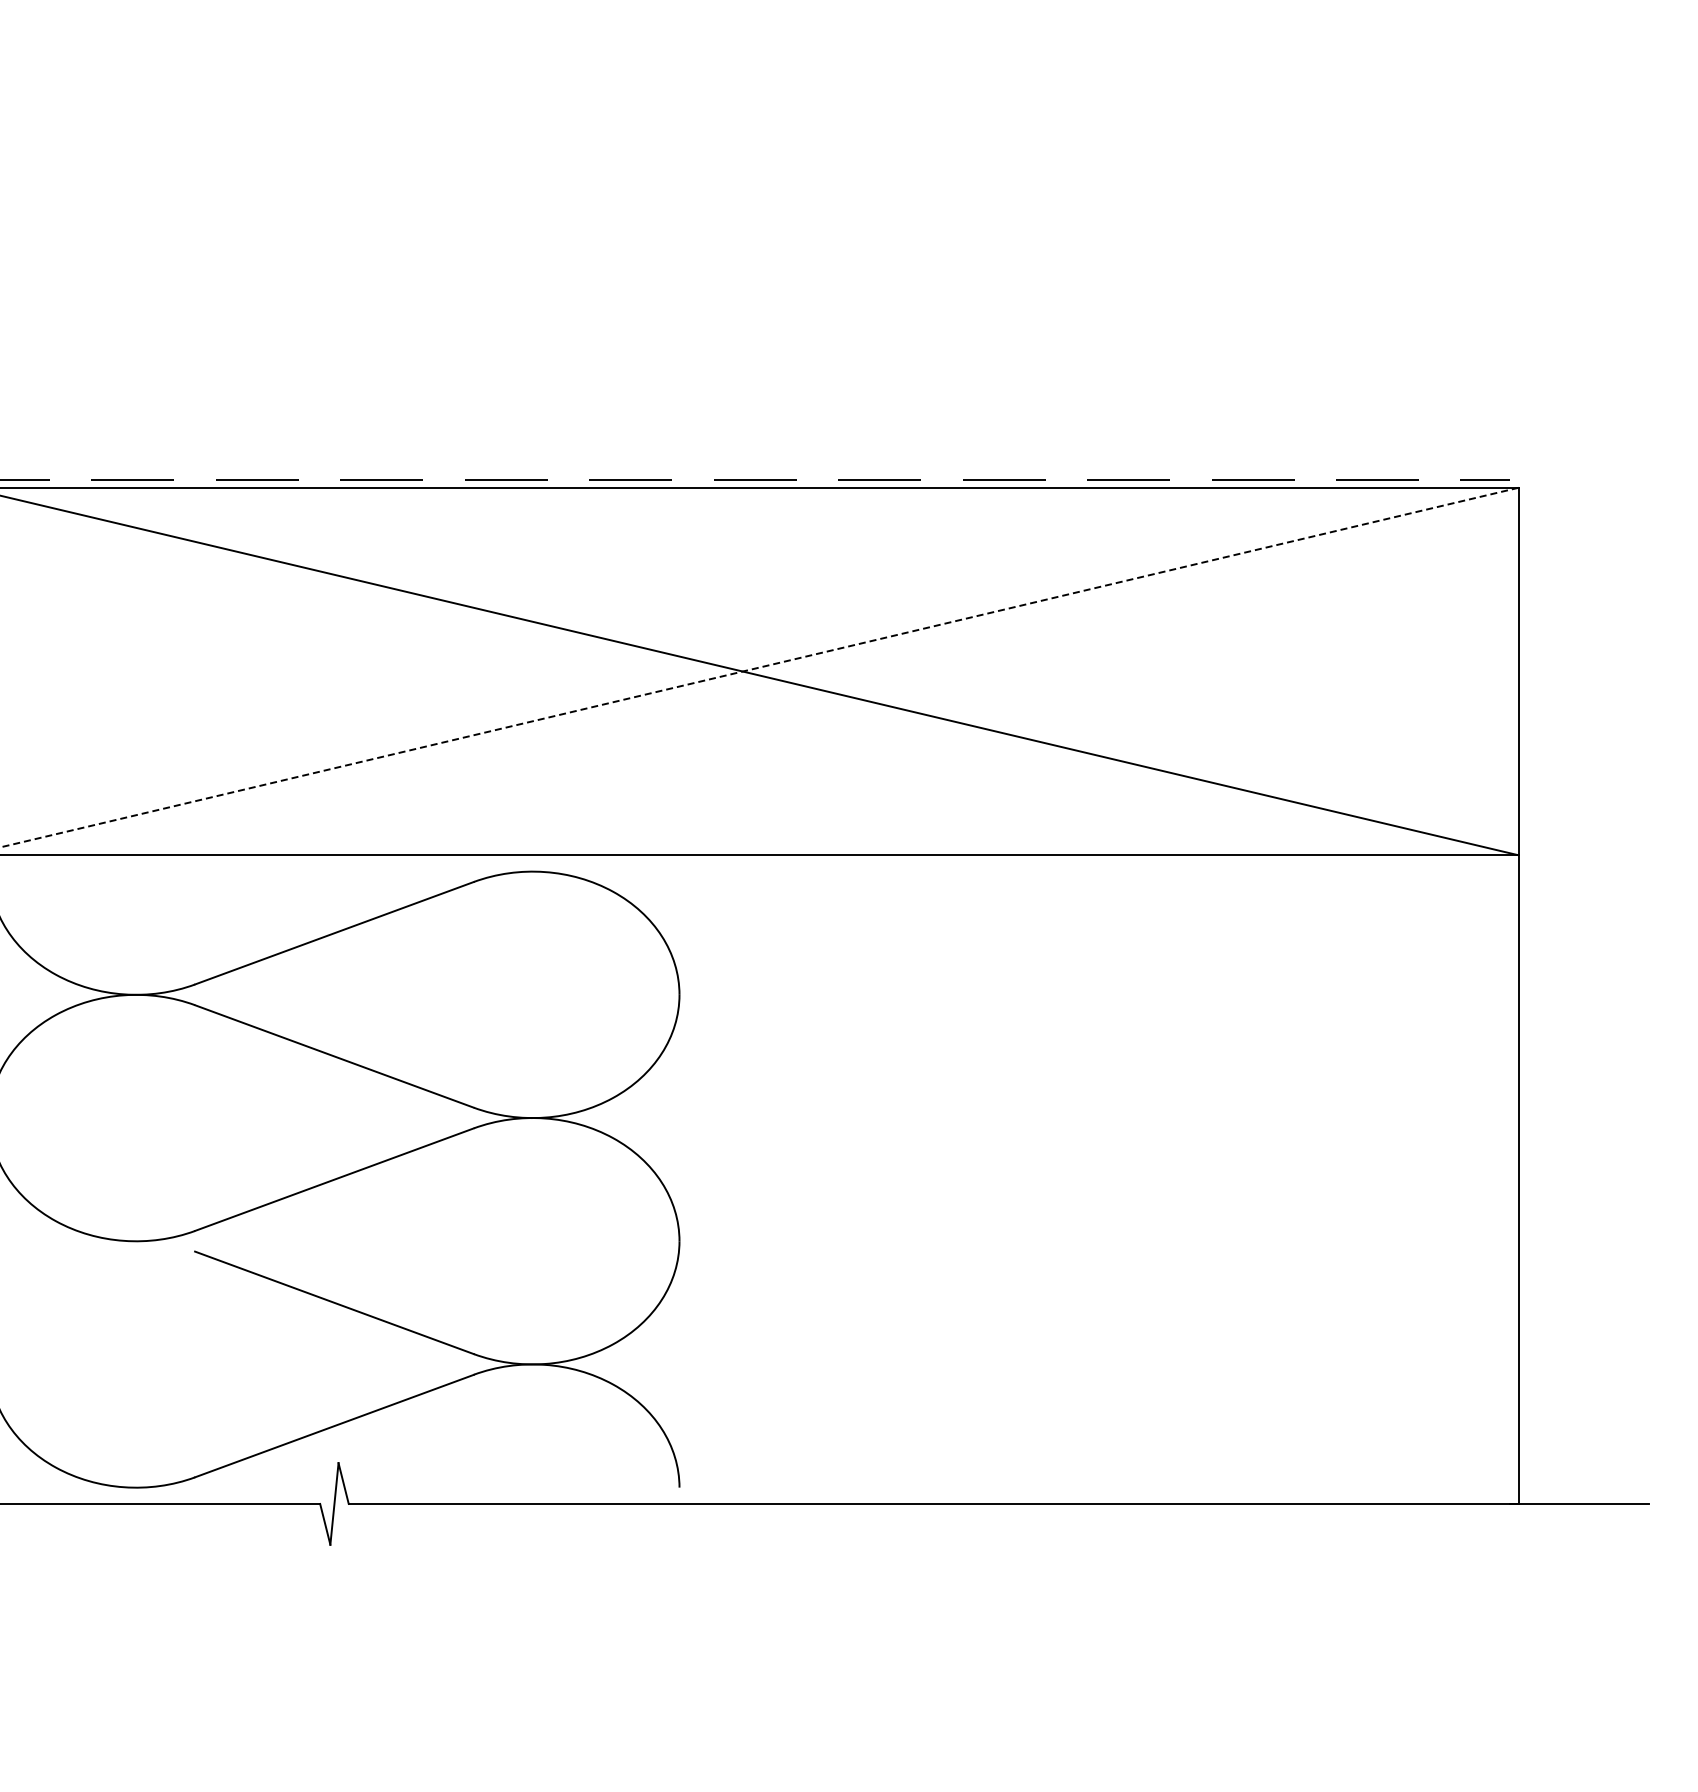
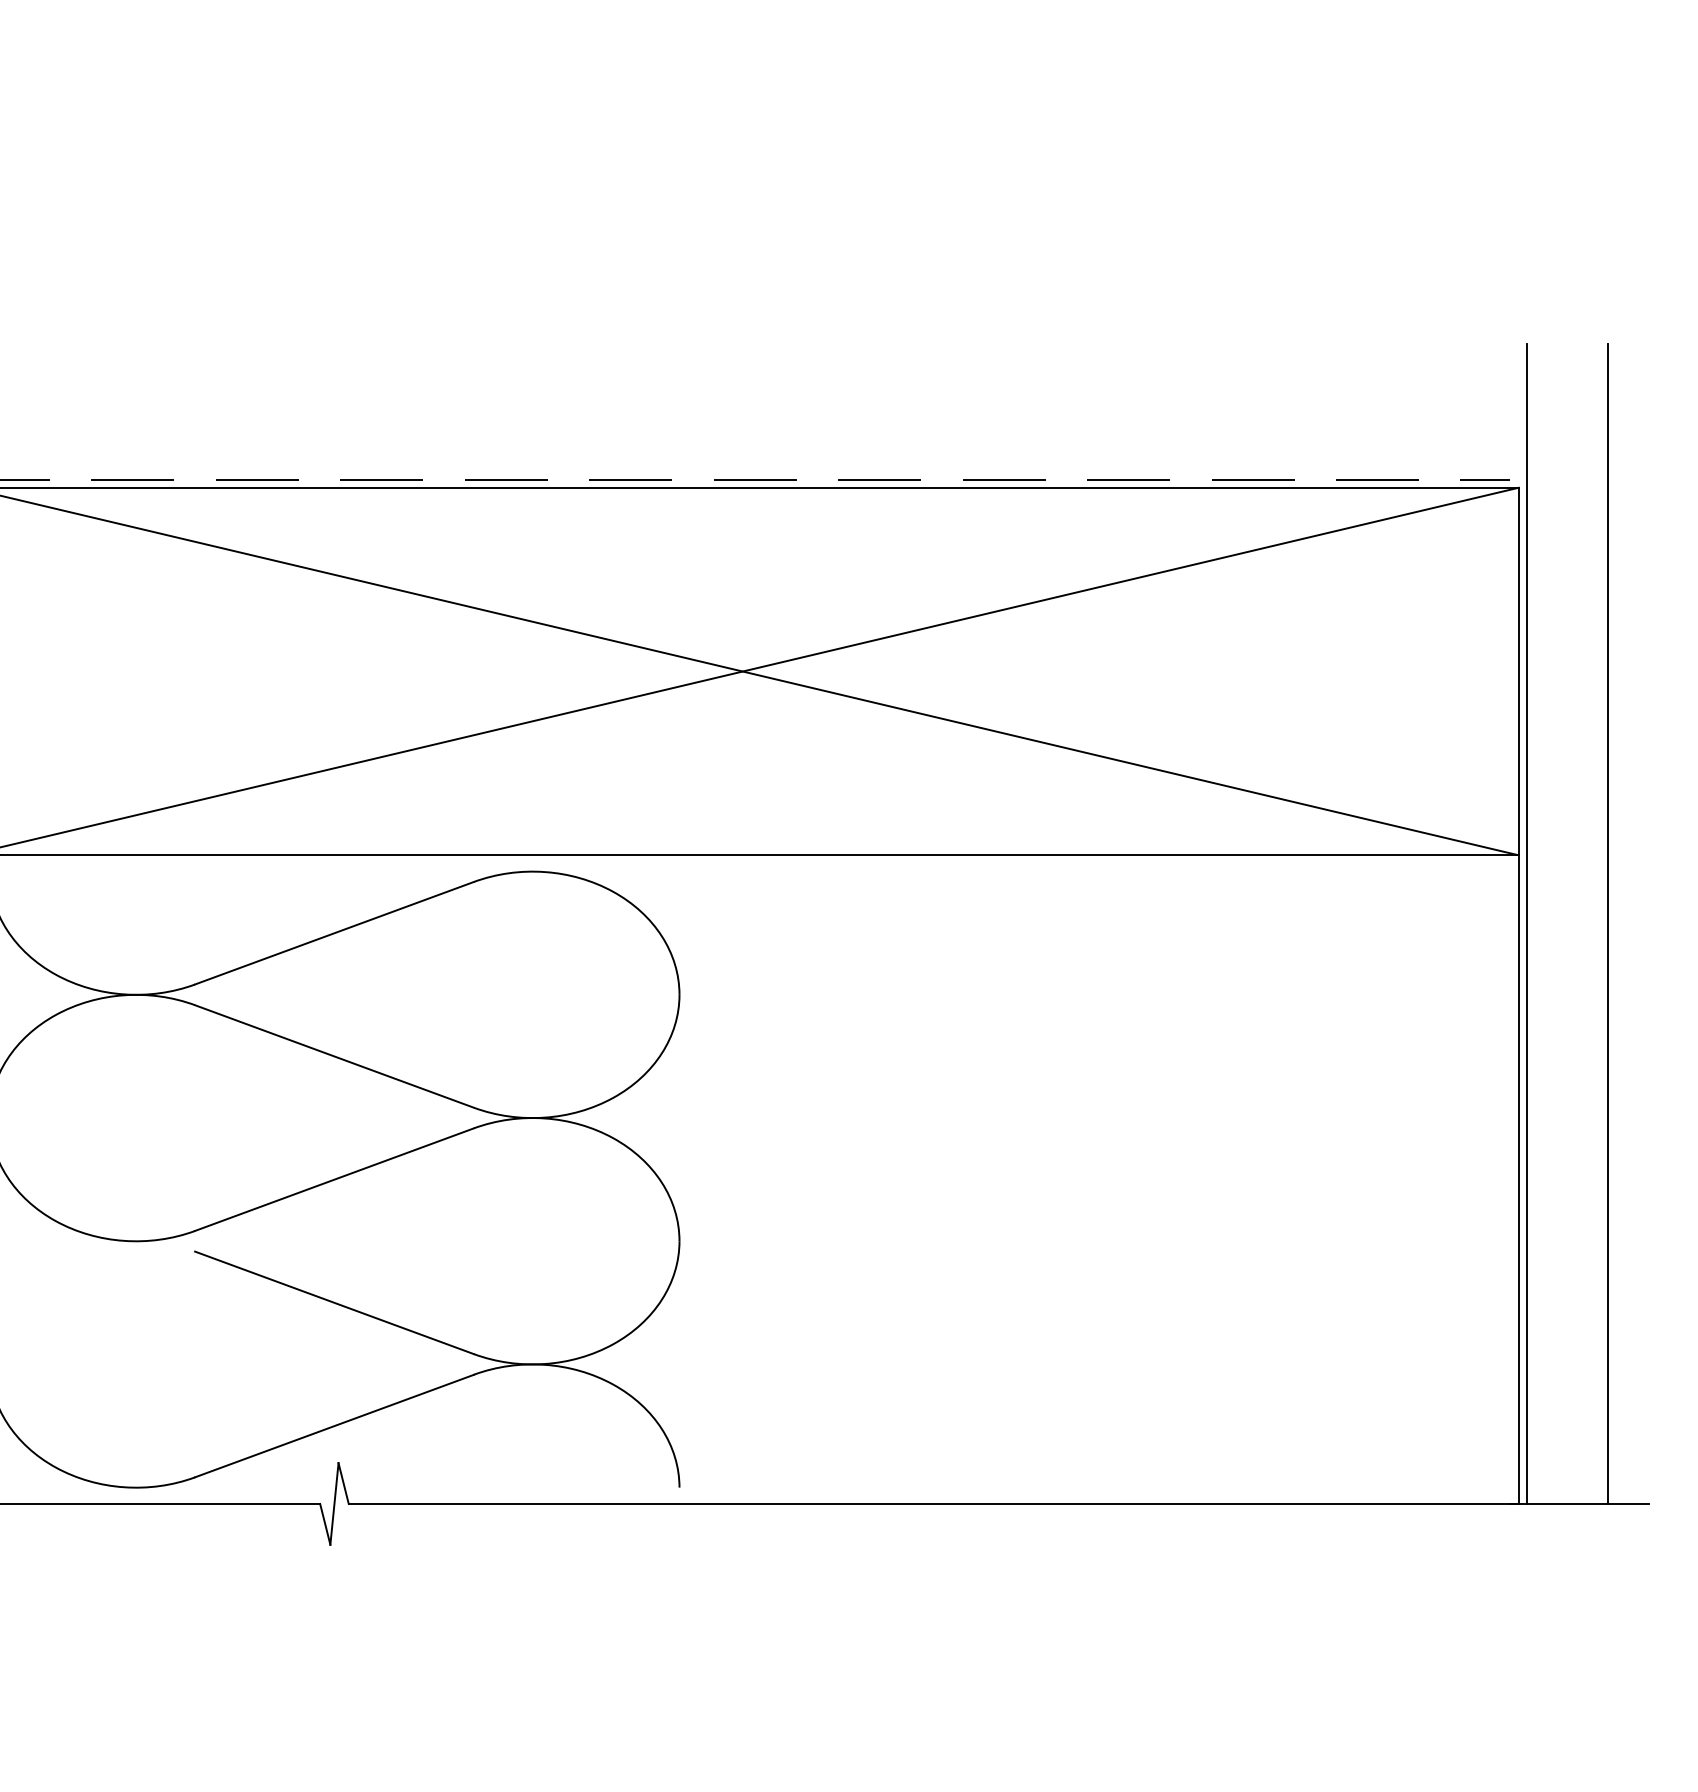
line at (758, 667): dashed -> solid
line at (1526, 923): none -> present
line at (1608, 923): none -> present
